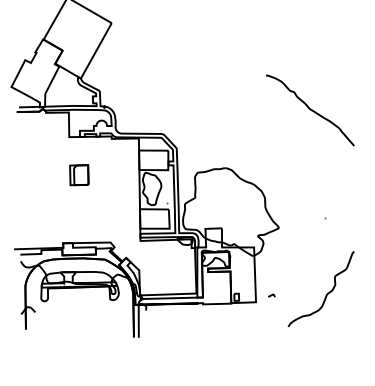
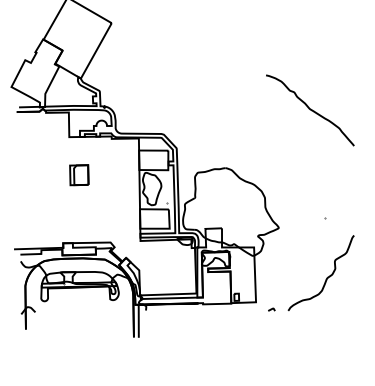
curve at (326, 293) position: (326, 293) -> (326, 277)
curve at (271, 295) position: (271, 295) -> (271, 309)
